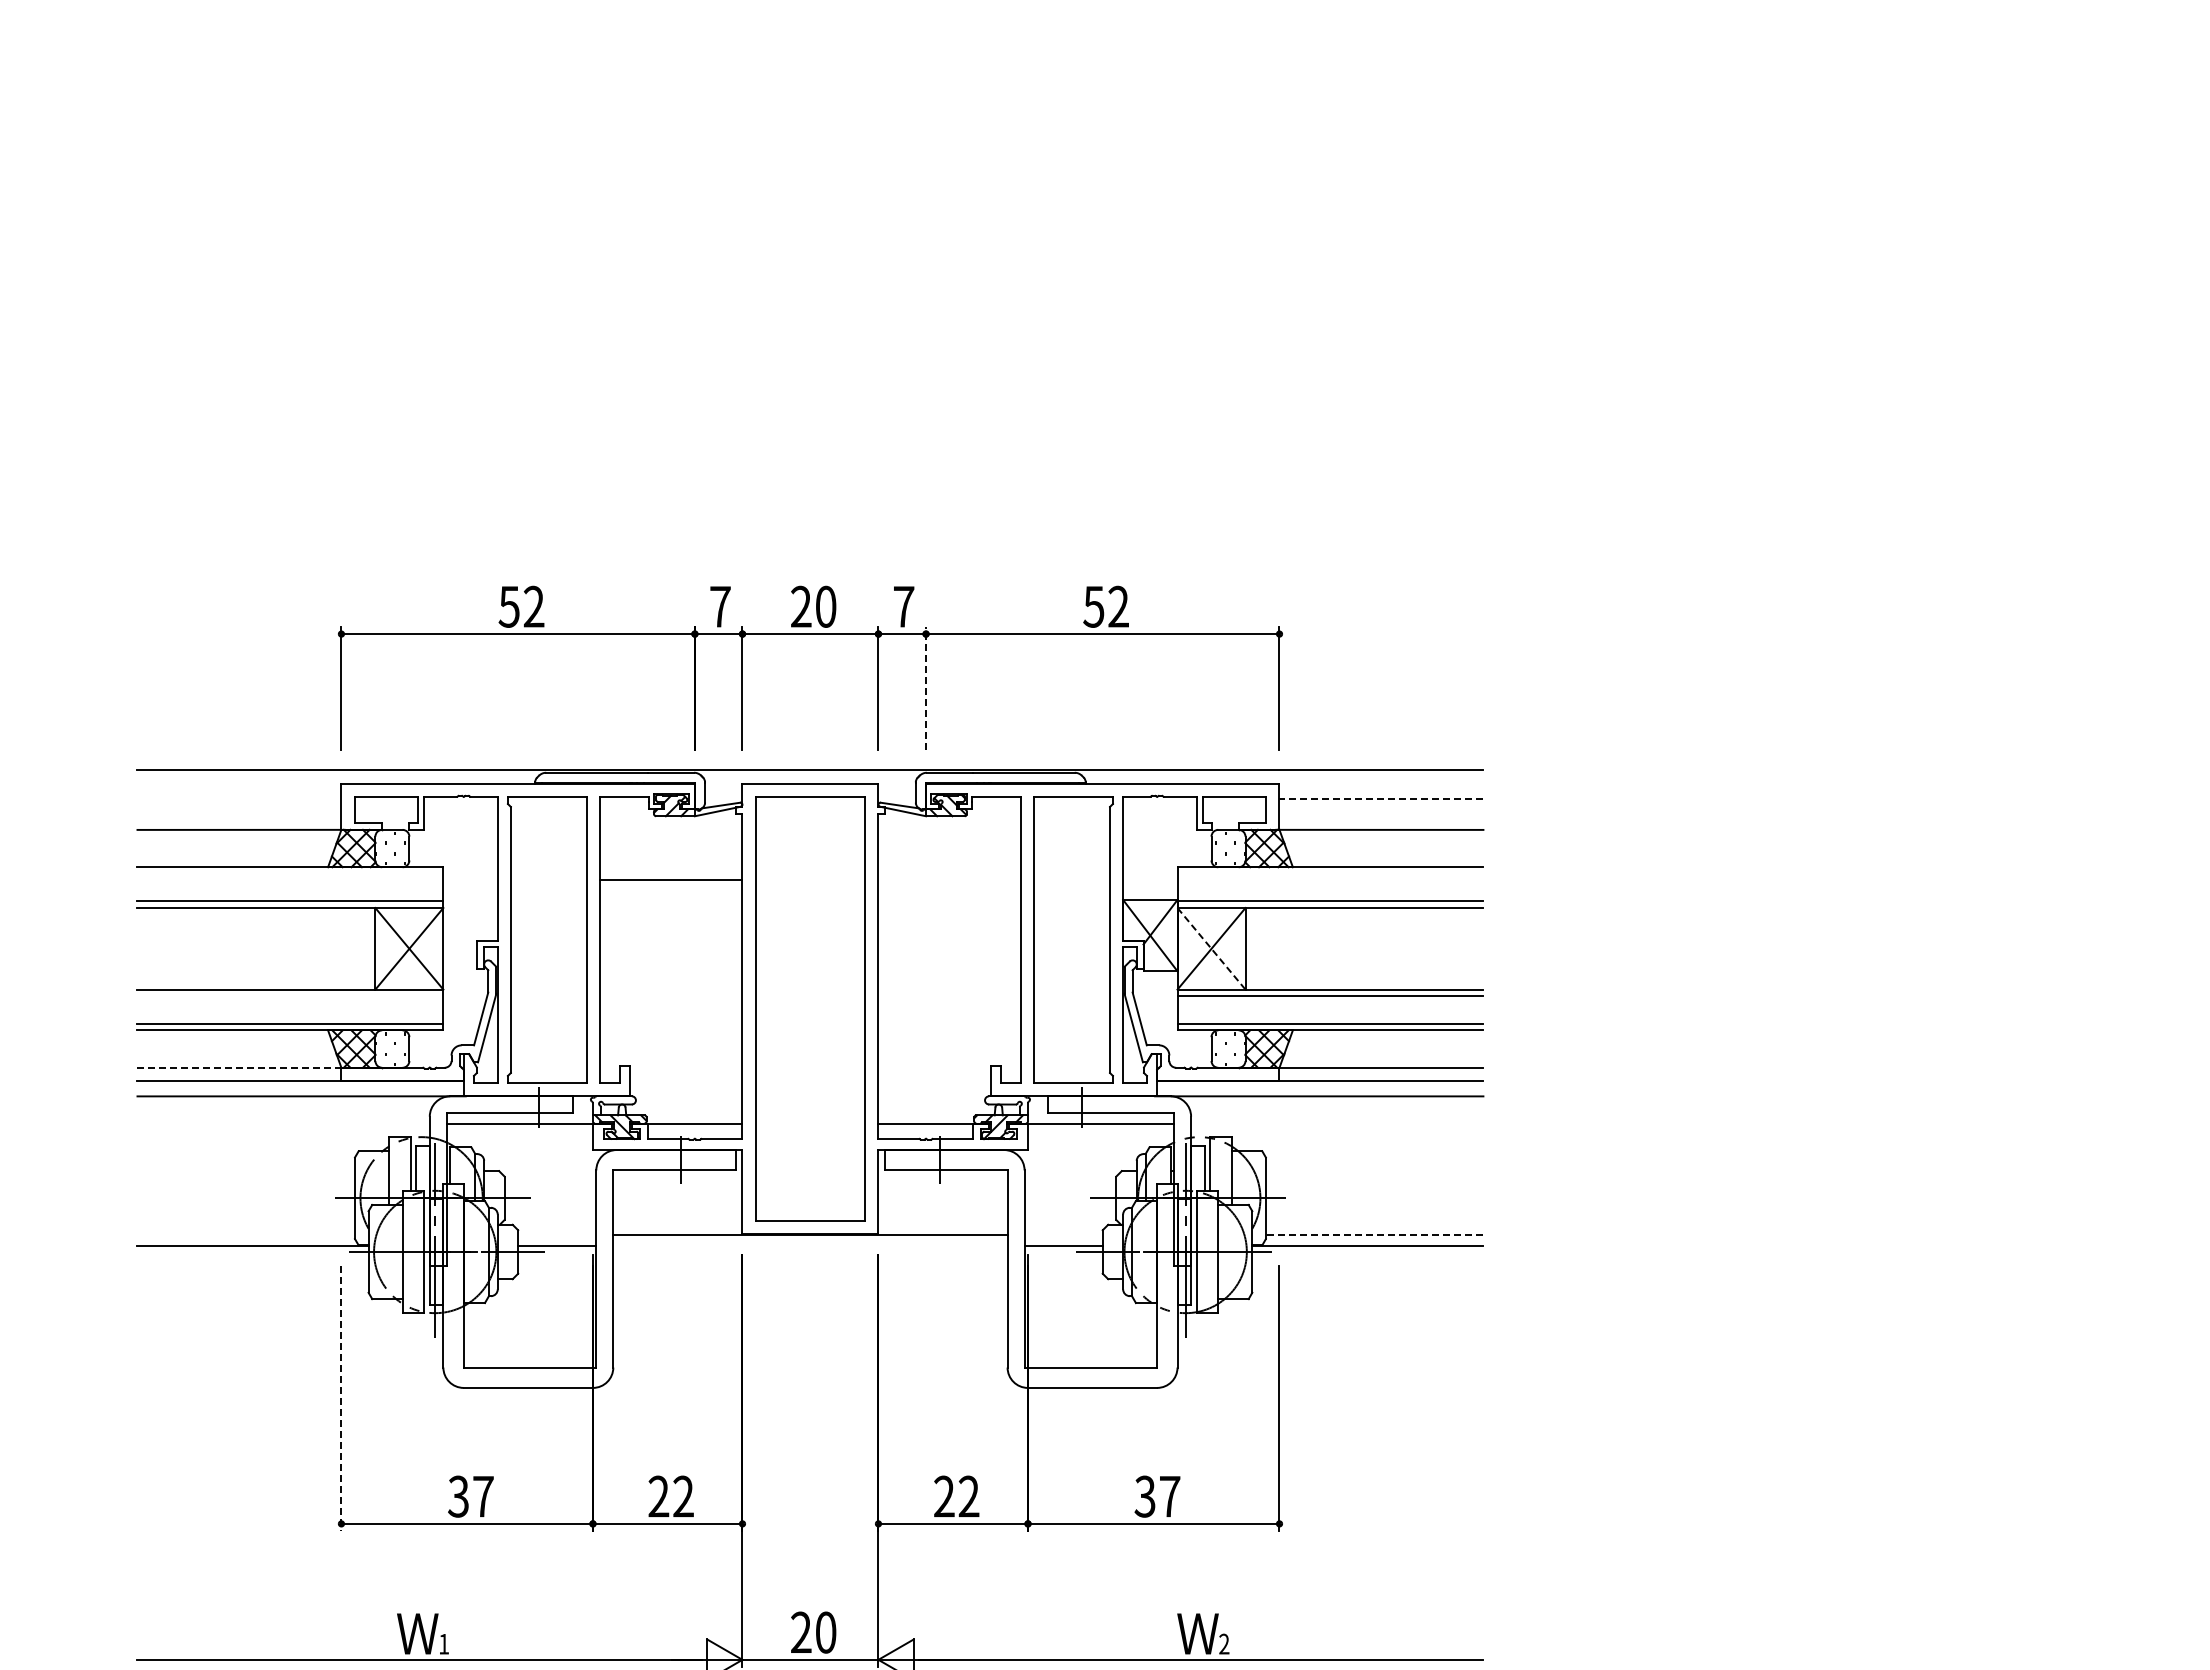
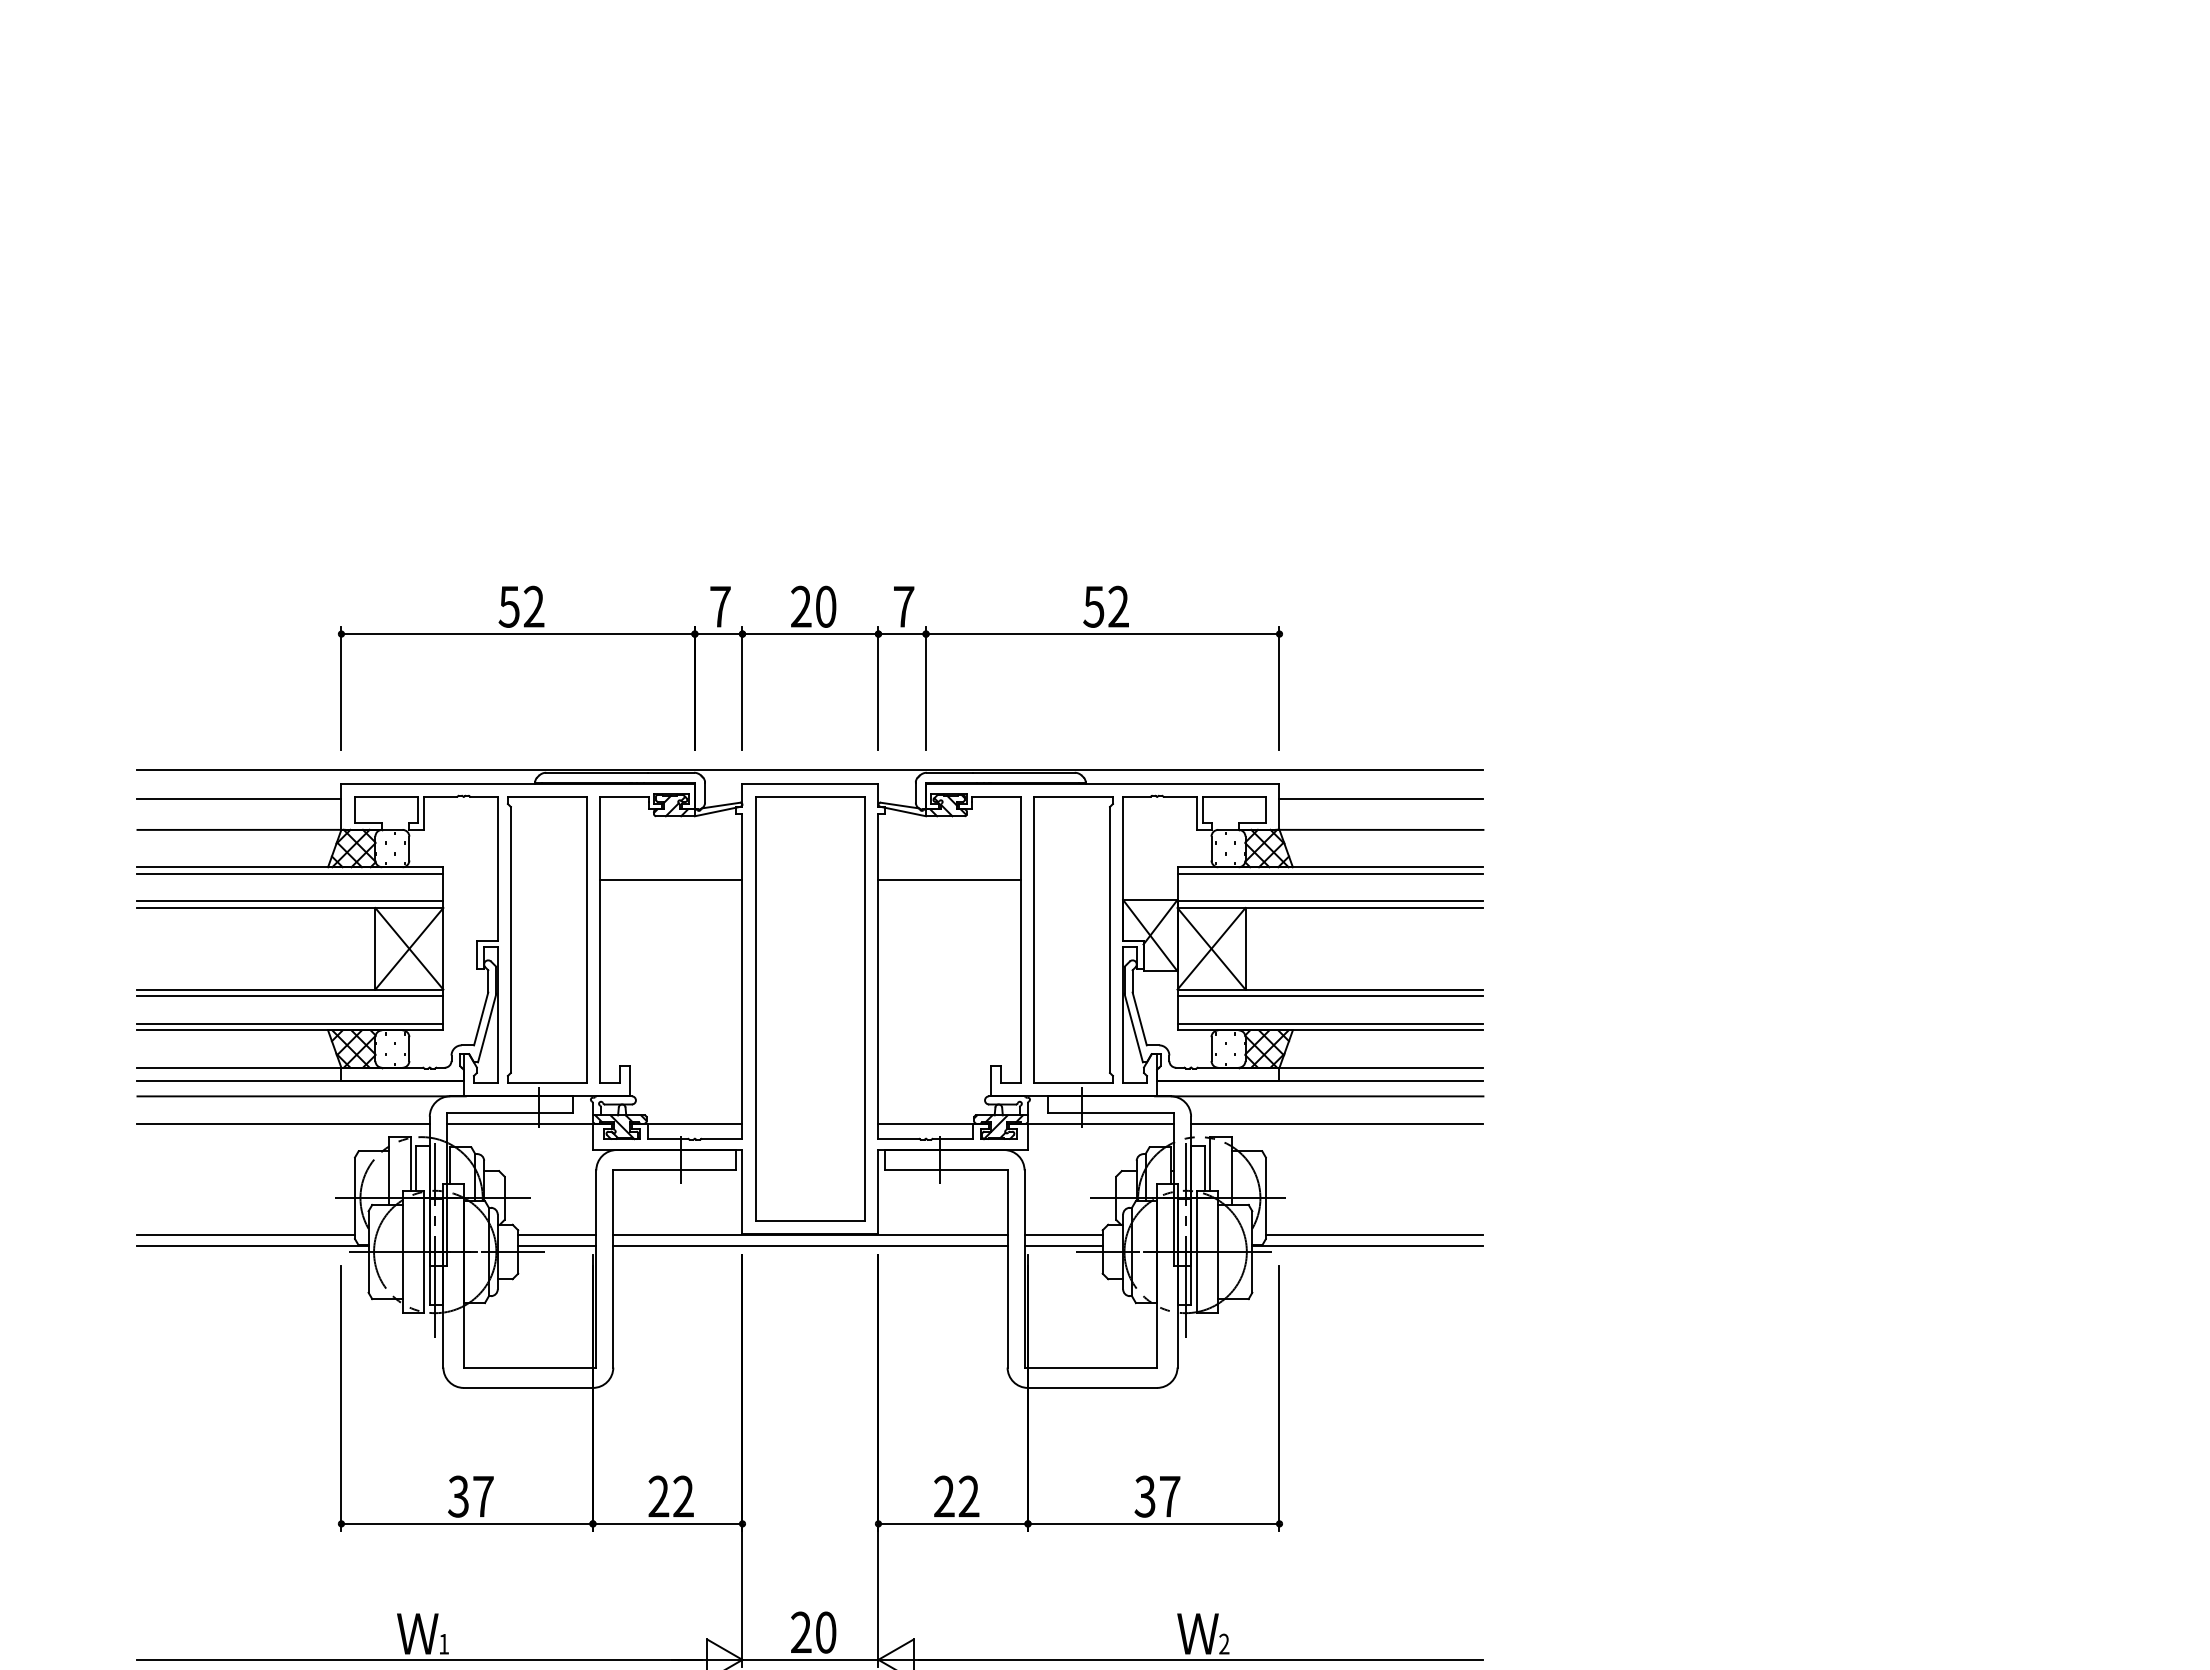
line at (926, 687): dashed -> solid
line at (239, 798): none -> present
line at (1381, 798): dashed -> solid
line at (290, 874): none -> present
line at (1330, 874): none -> present
line at (949, 880): none -> present
line at (1211, 949): dashed -> solid
line at (290, 996): none -> present
line at (241, 1067): dashed -> solid
line at (283, 1123): none -> present
line at (1337, 1123): none -> present
line at (246, 1234): none -> present
line at (557, 1234): none -> present
line at (1063, 1234): none -> present
line at (1374, 1234): dashed -> solid
line at (810, 1245): none -> present
line at (341, 1398): dashed -> solid
